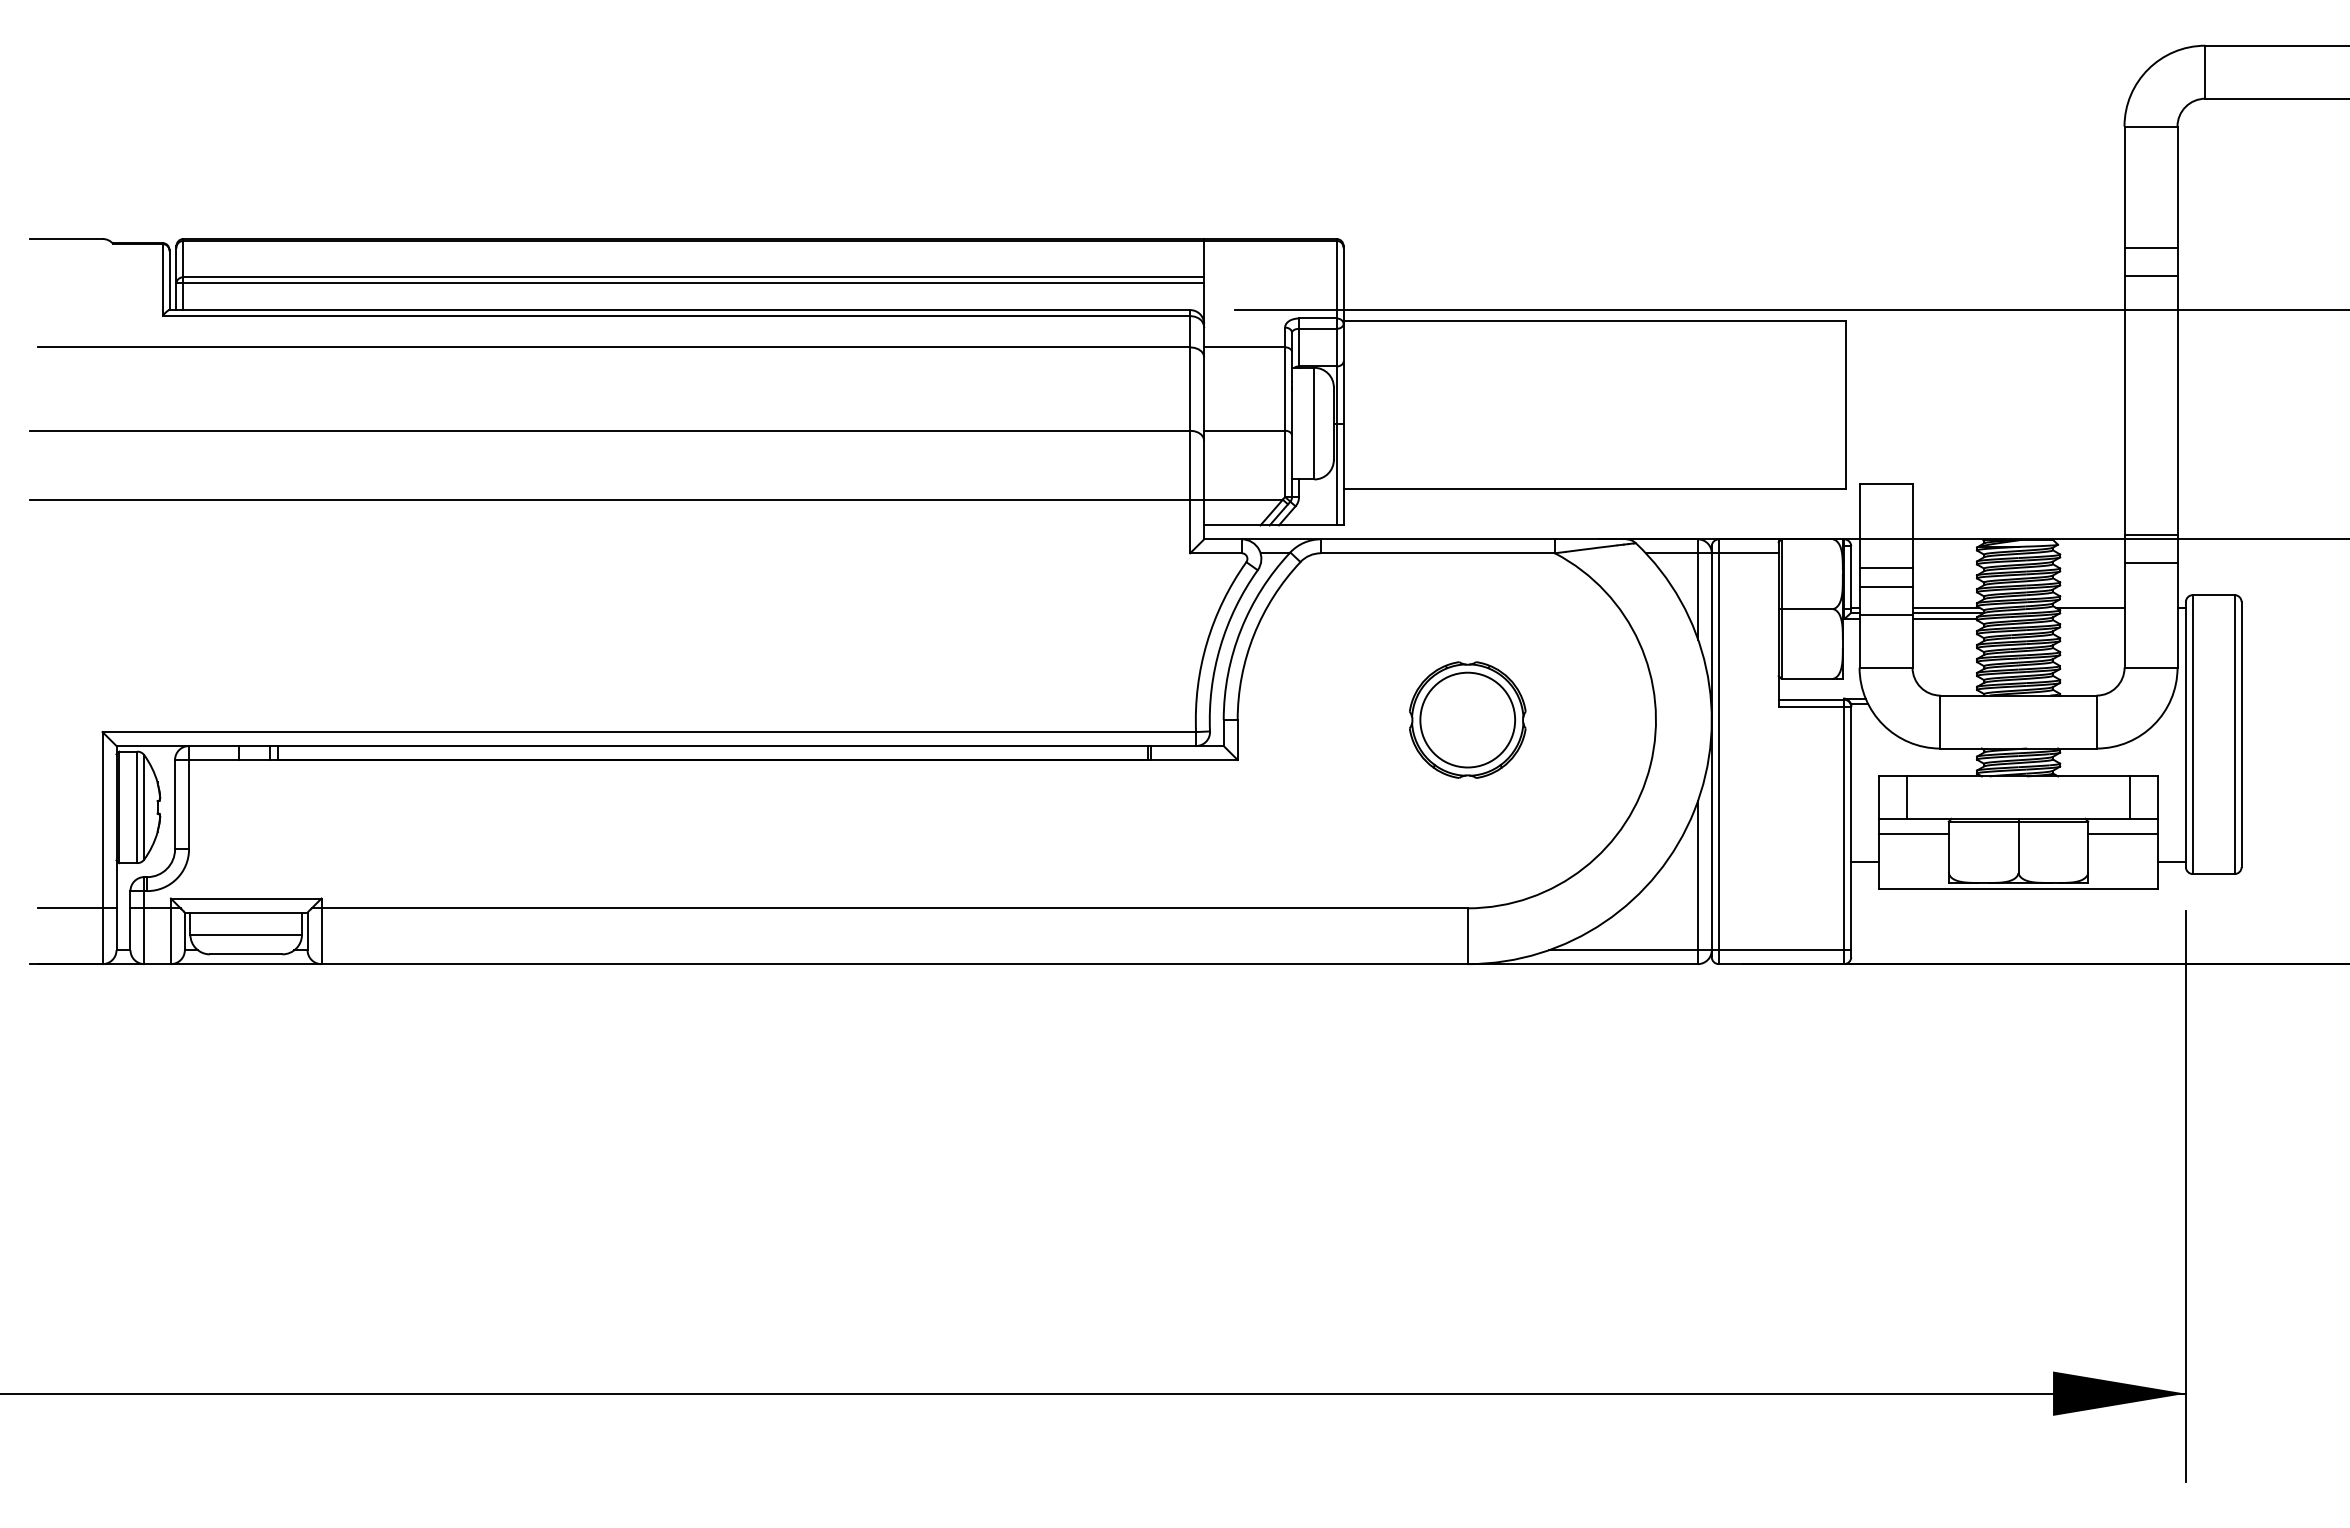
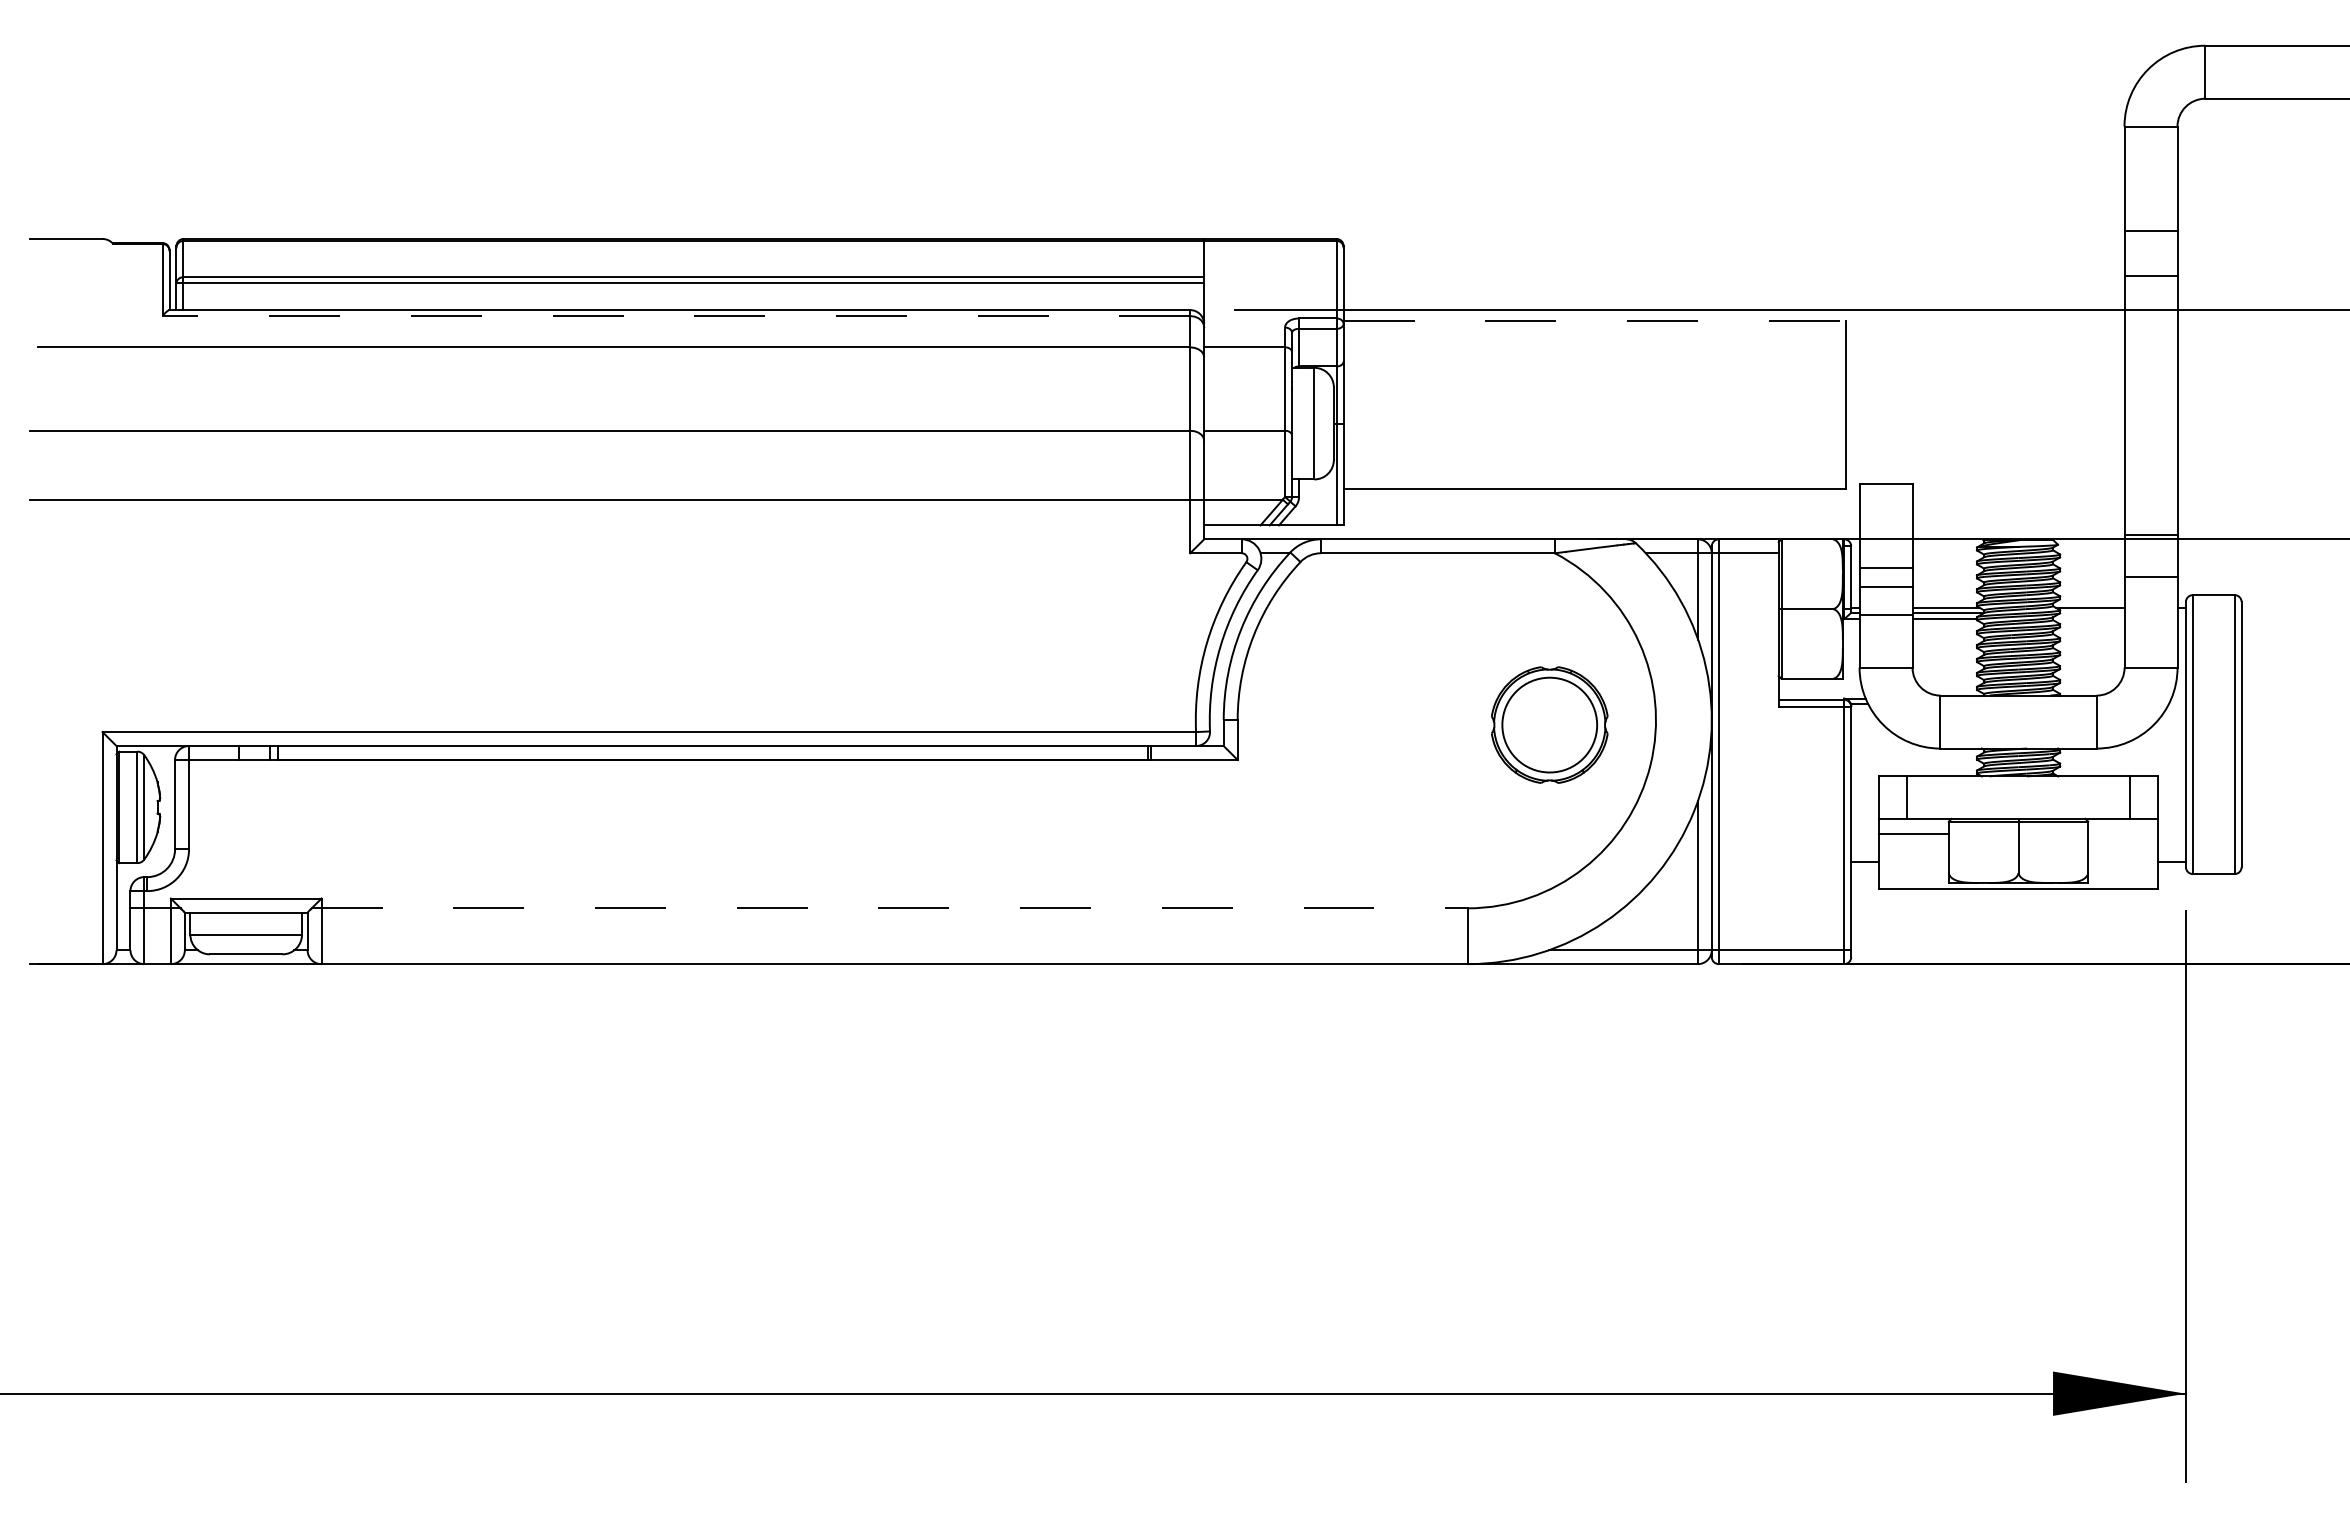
line at (2150, 247) position: (2150, 247) -> (2150, 230)
line at (676, 316): solid -> dashed
line at (1594, 321): solid -> dashed
line at (2150, 563) position: (2150, 563) -> (2150, 577)
part at (1467, 719) position: (1467, 719) -> (1549, 724)
line at (2123, 833): present -> none
line at (77, 908): present -> none
line at (890, 908): solid -> dashed
